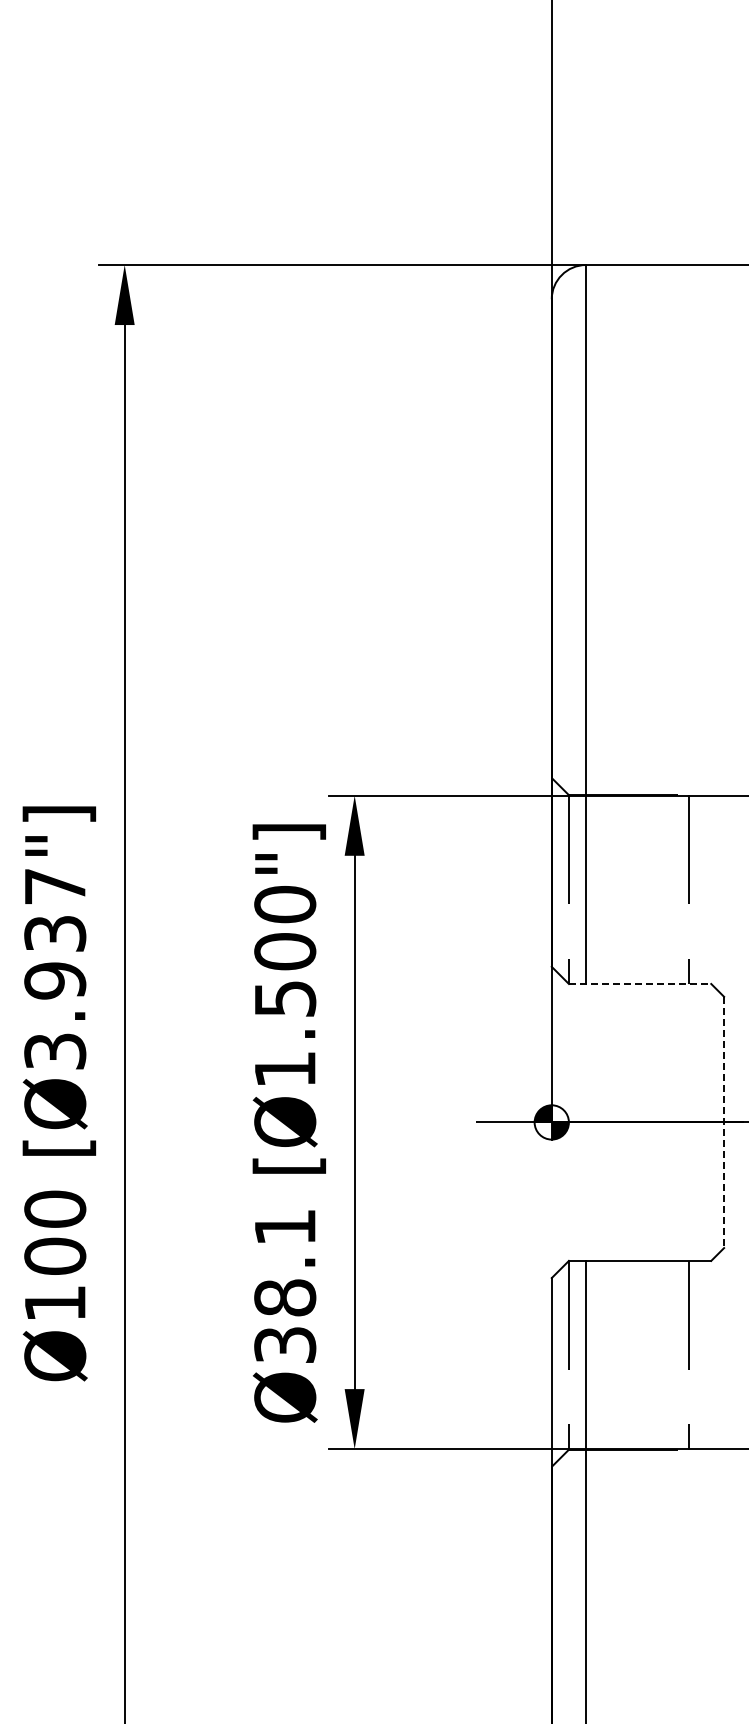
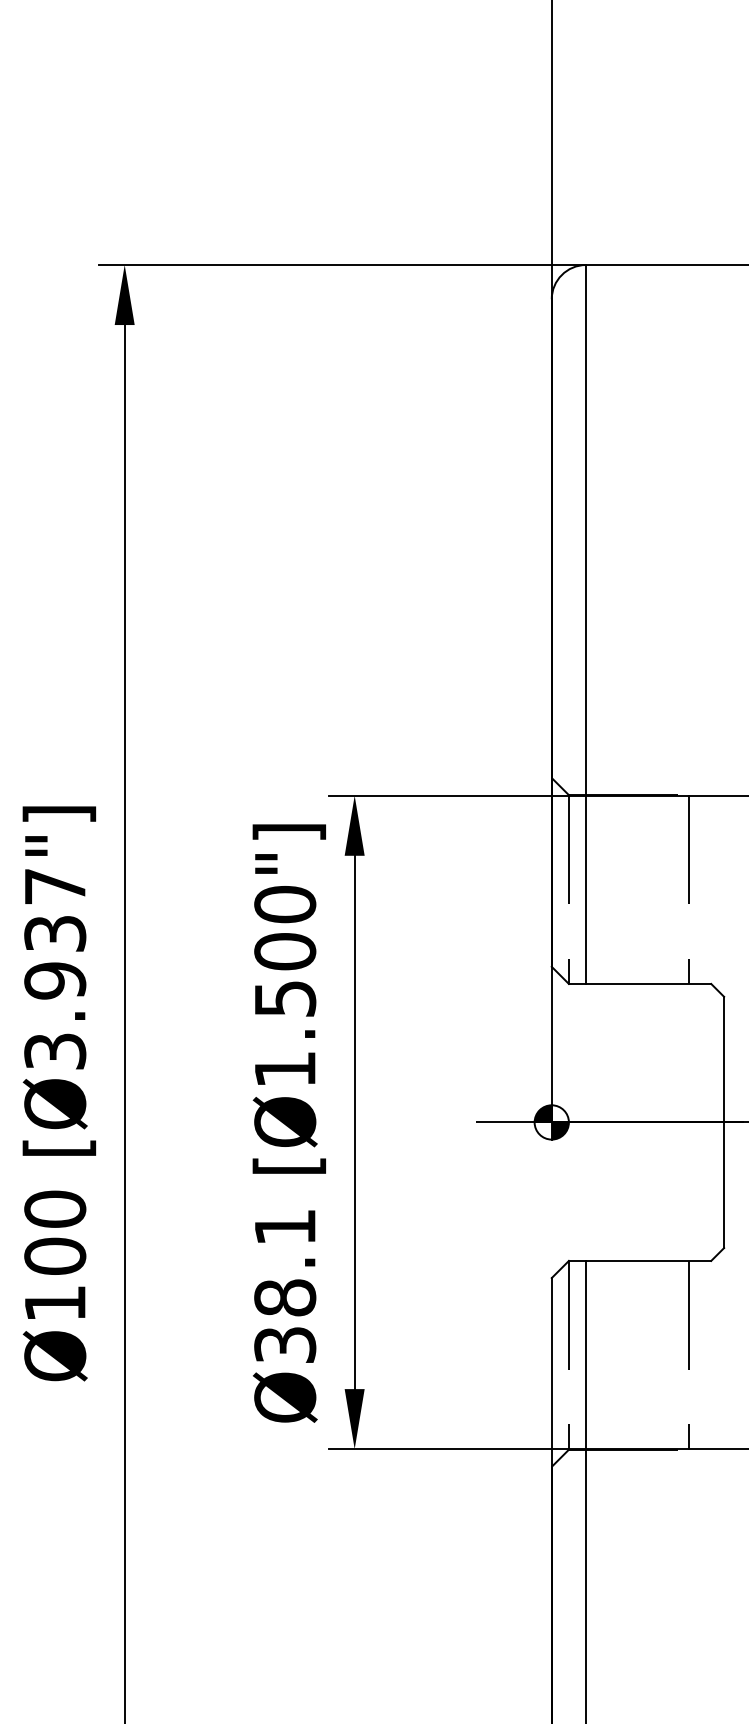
line at (640, 983): dashed -> solid
line at (724, 1122): dashed -> solid
